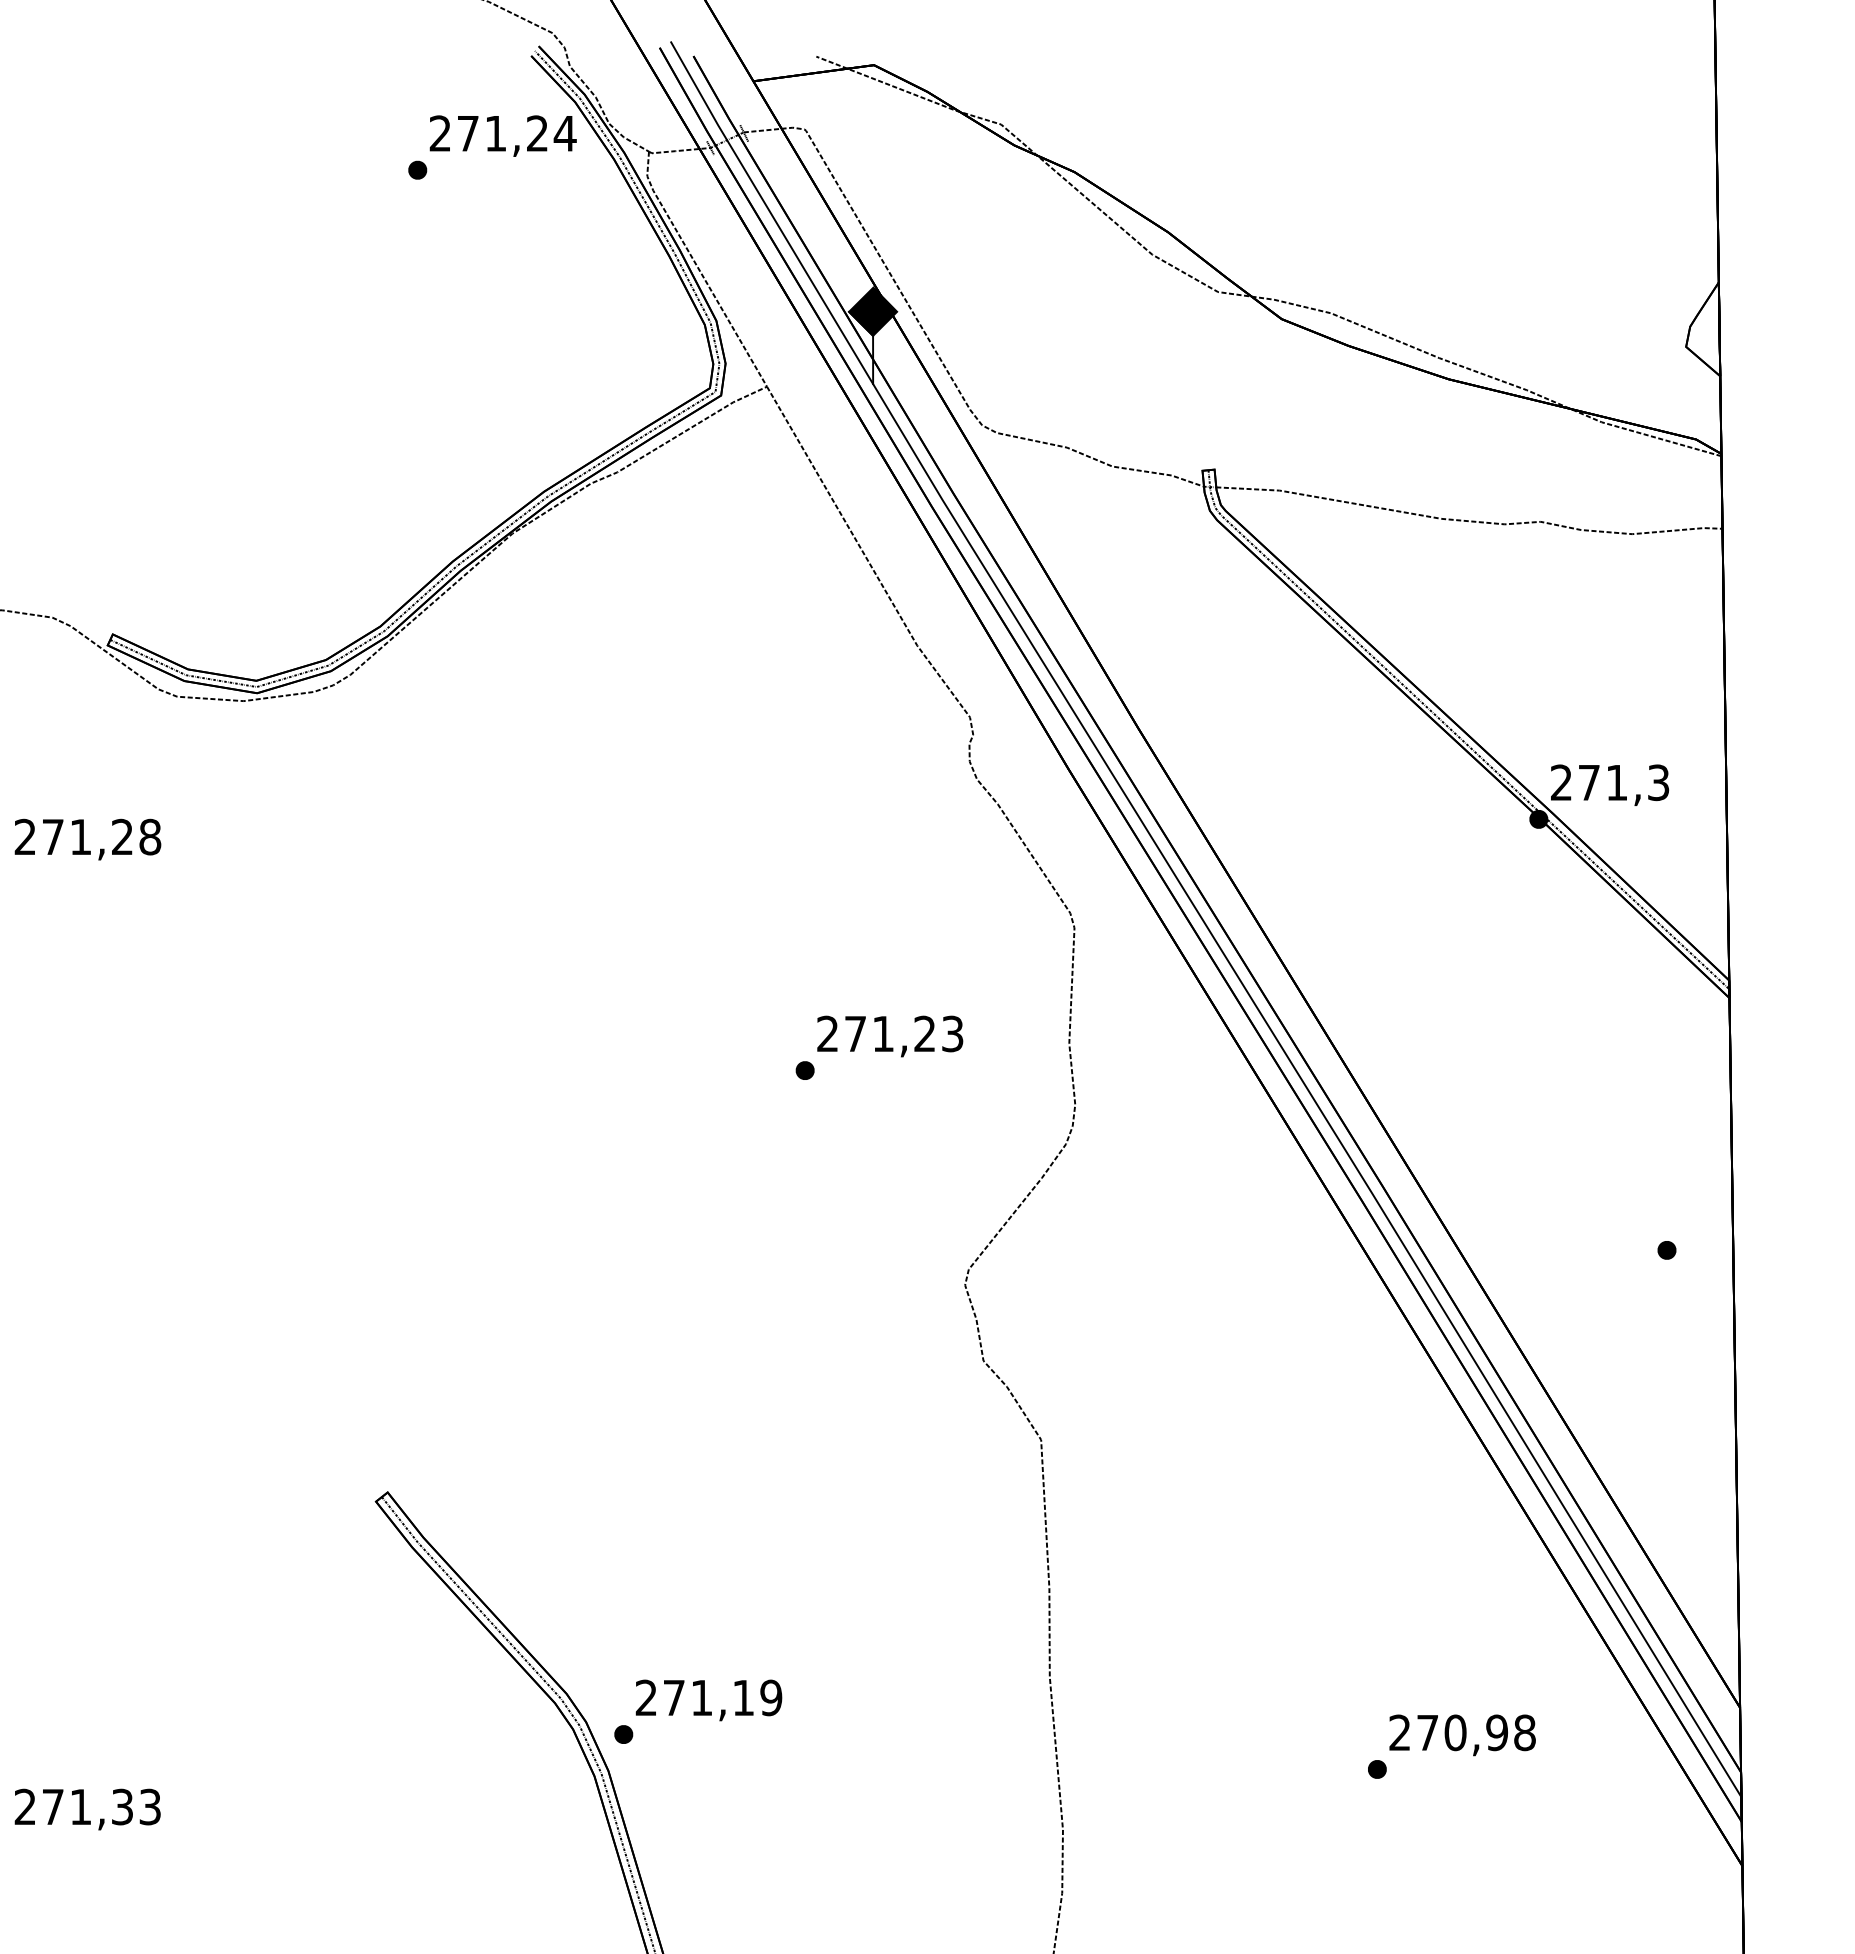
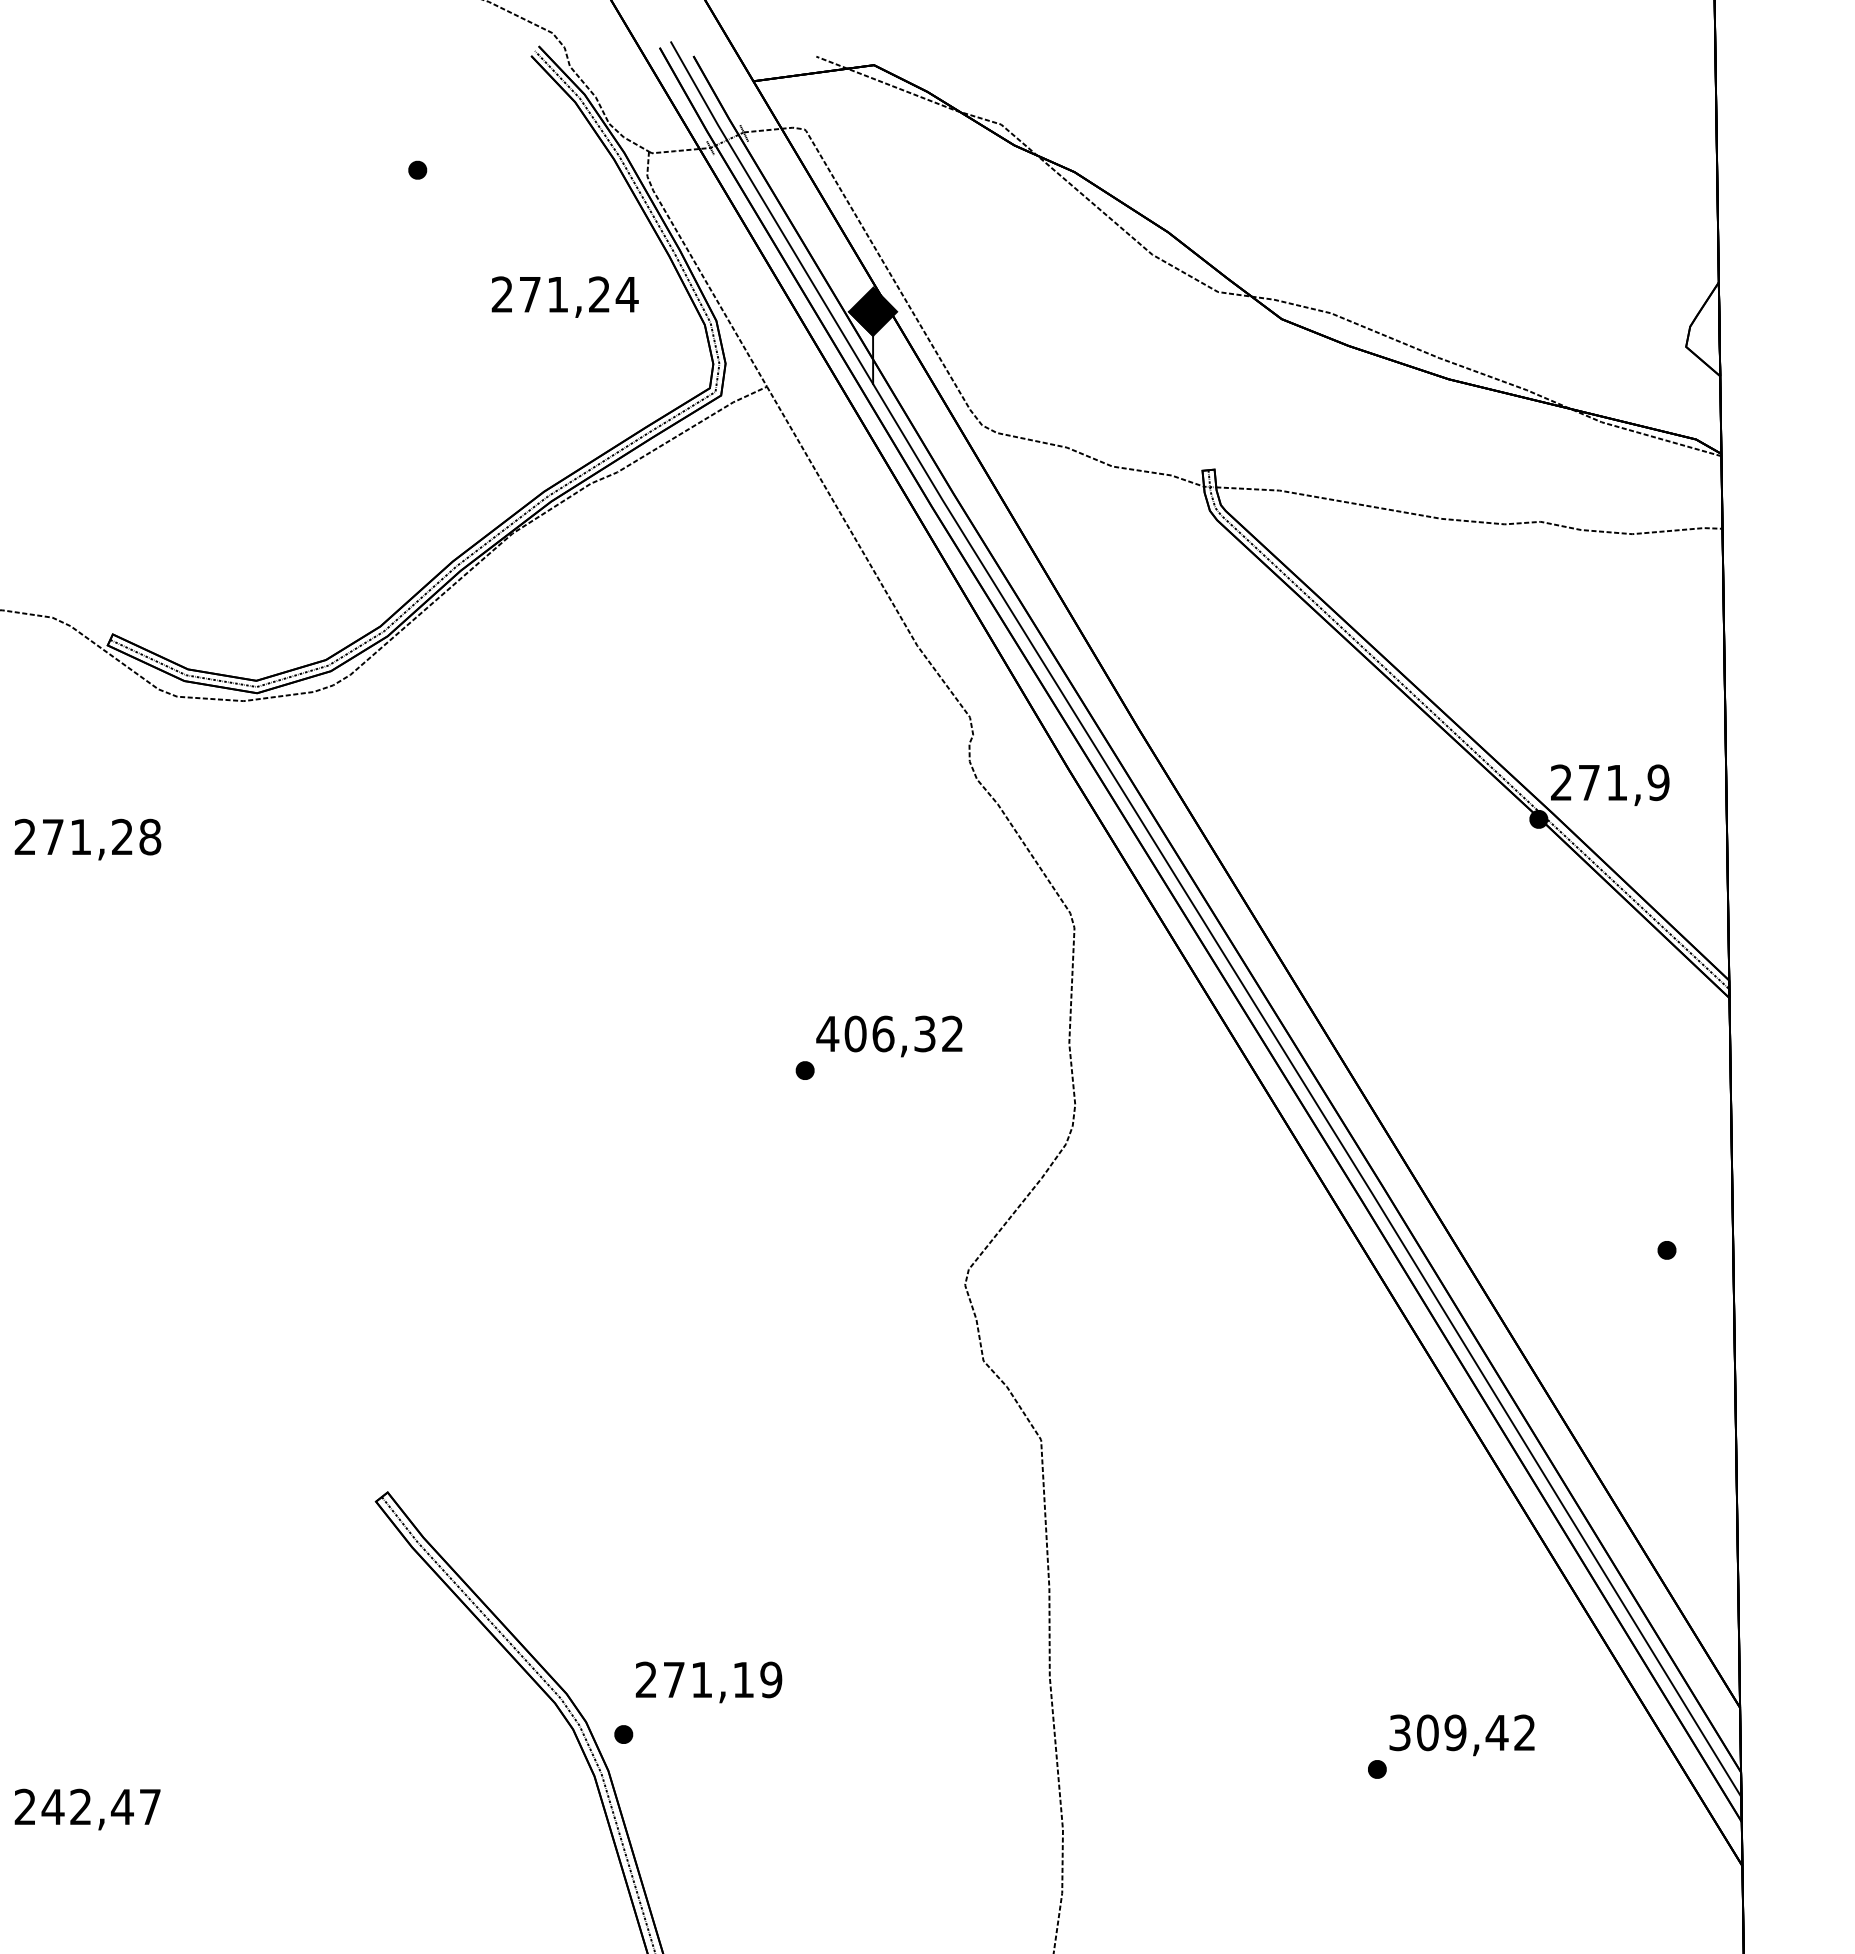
text at (502, 135) position: (502, 135) -> (564, 296)
text at (1658, 782): 271,3 -> 271,9
text at (889, 1033): 271,23 -> 406,32
text at (708, 1700) position: (708, 1700) -> (708, 1682)
text at (1462, 1732): 270,98 -> 309,42
text at (100, 1806): 271,33 -> 242,47
